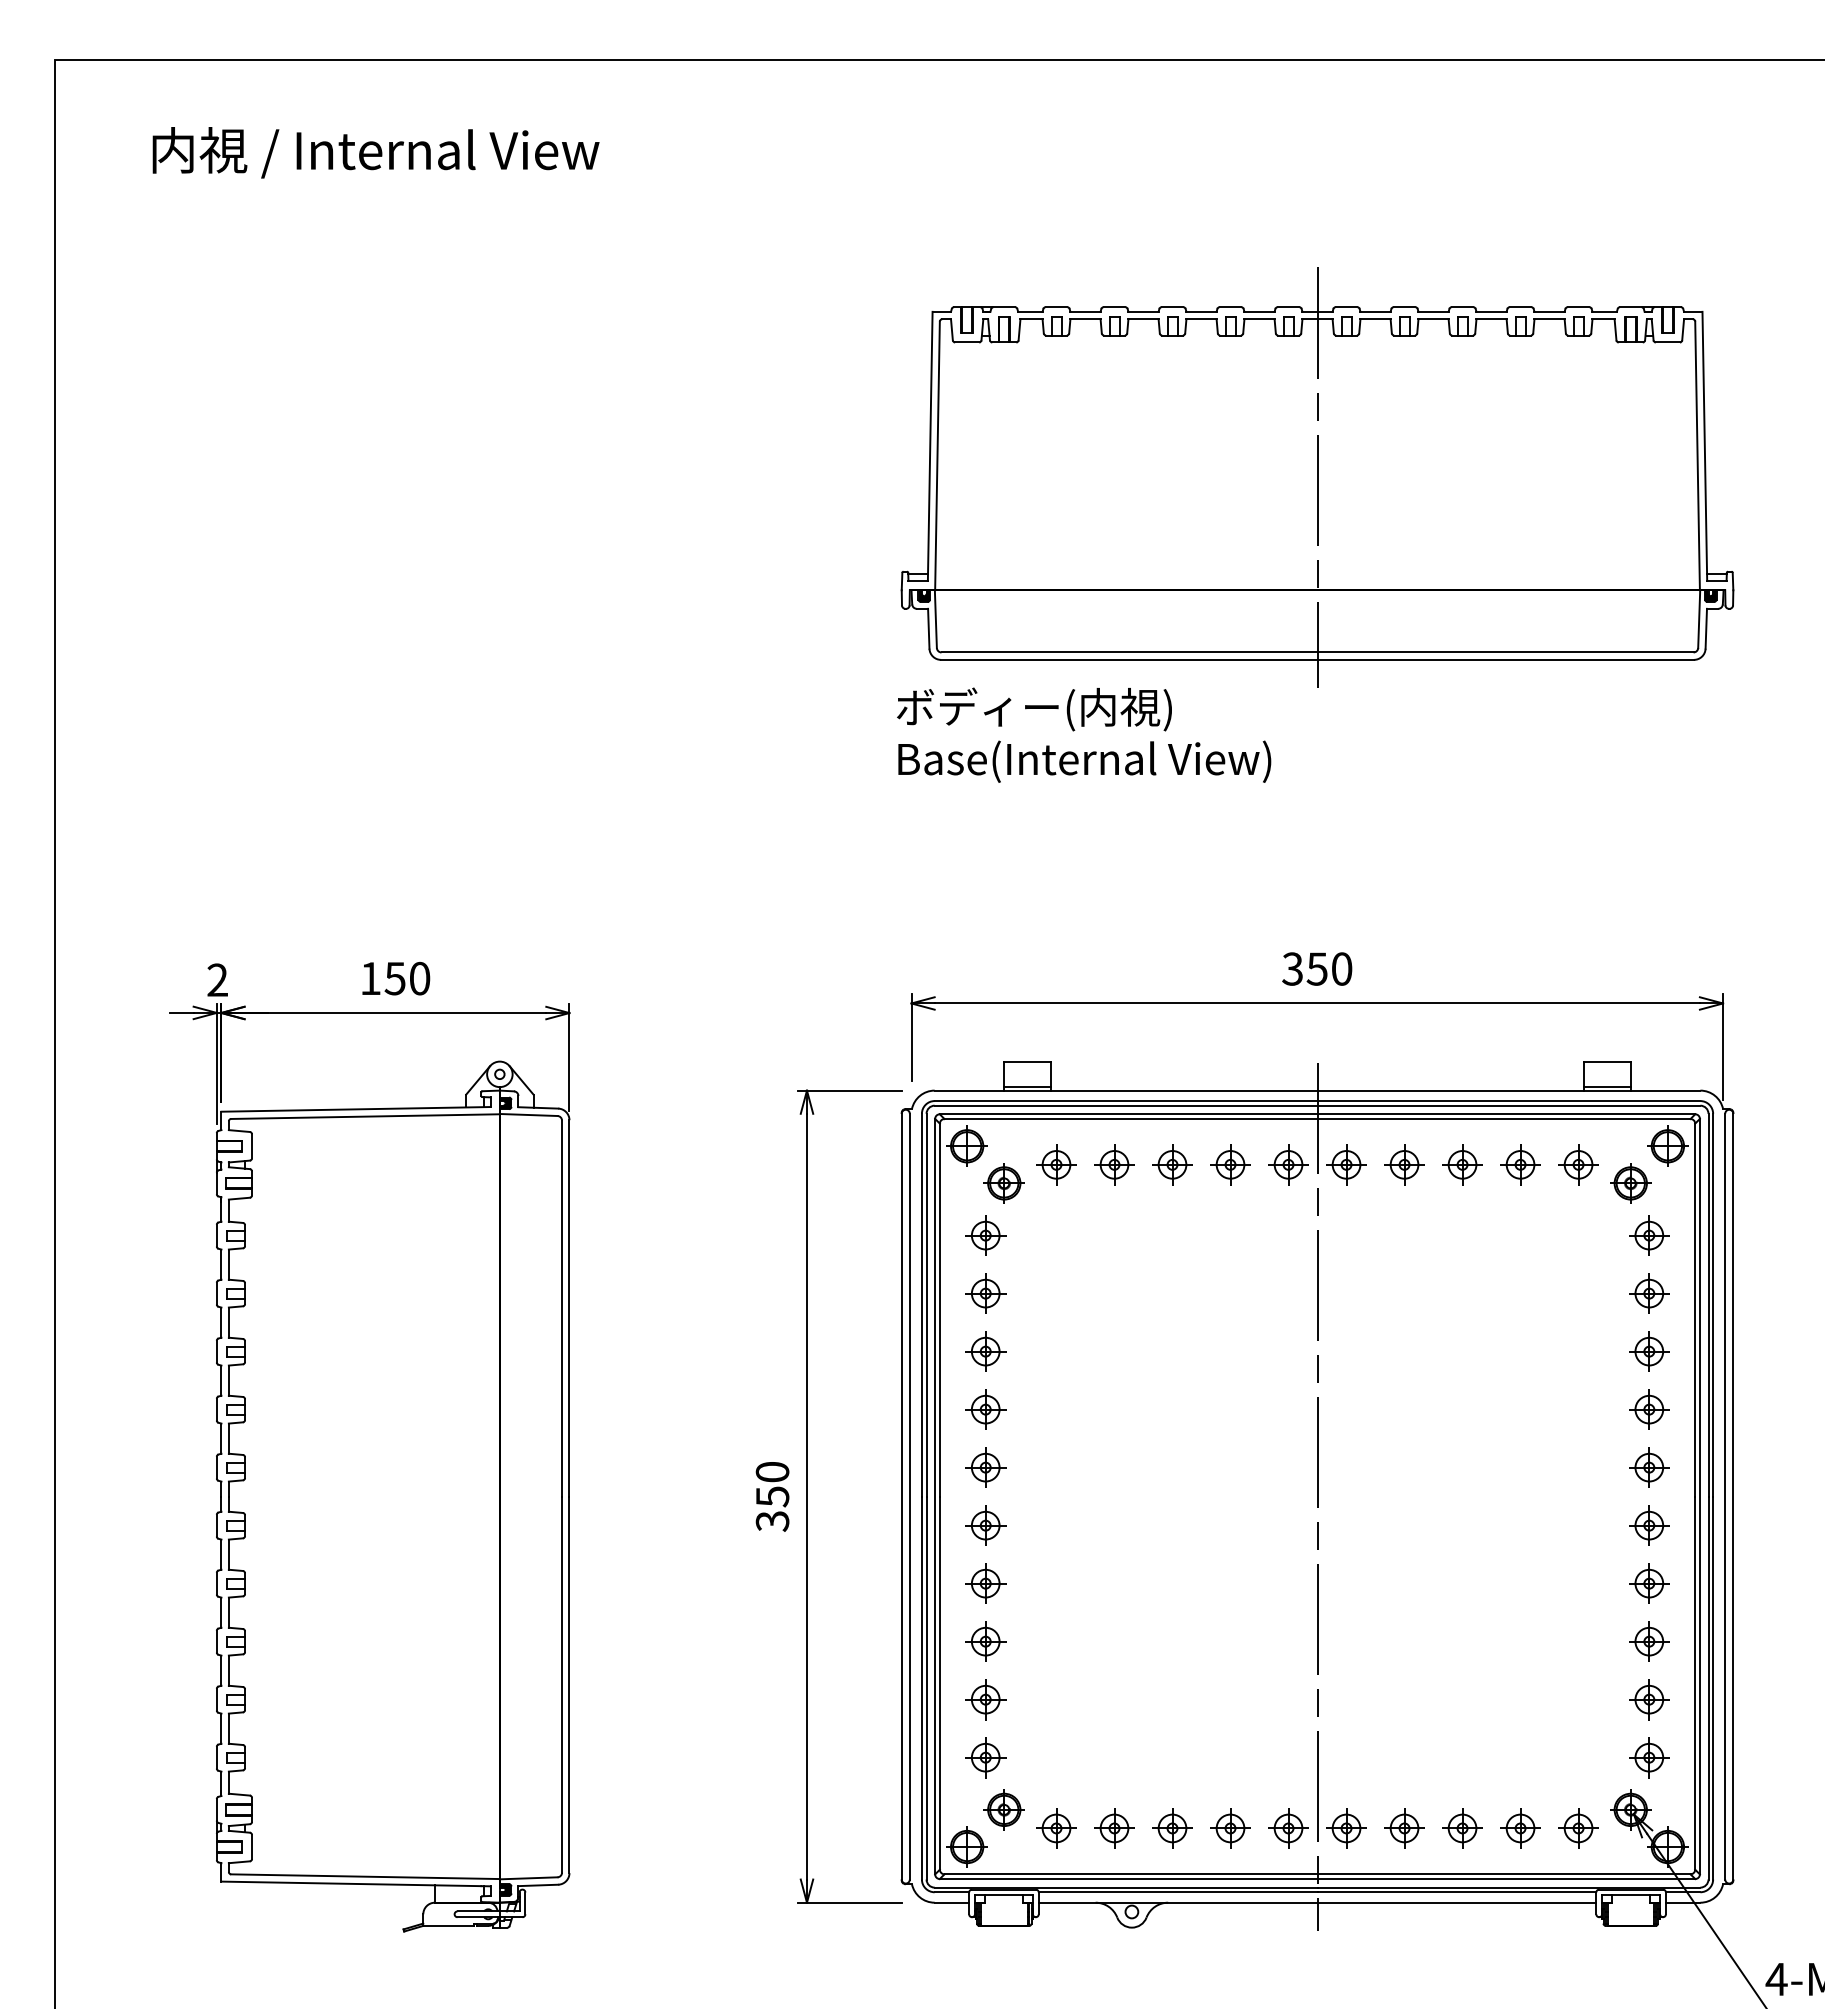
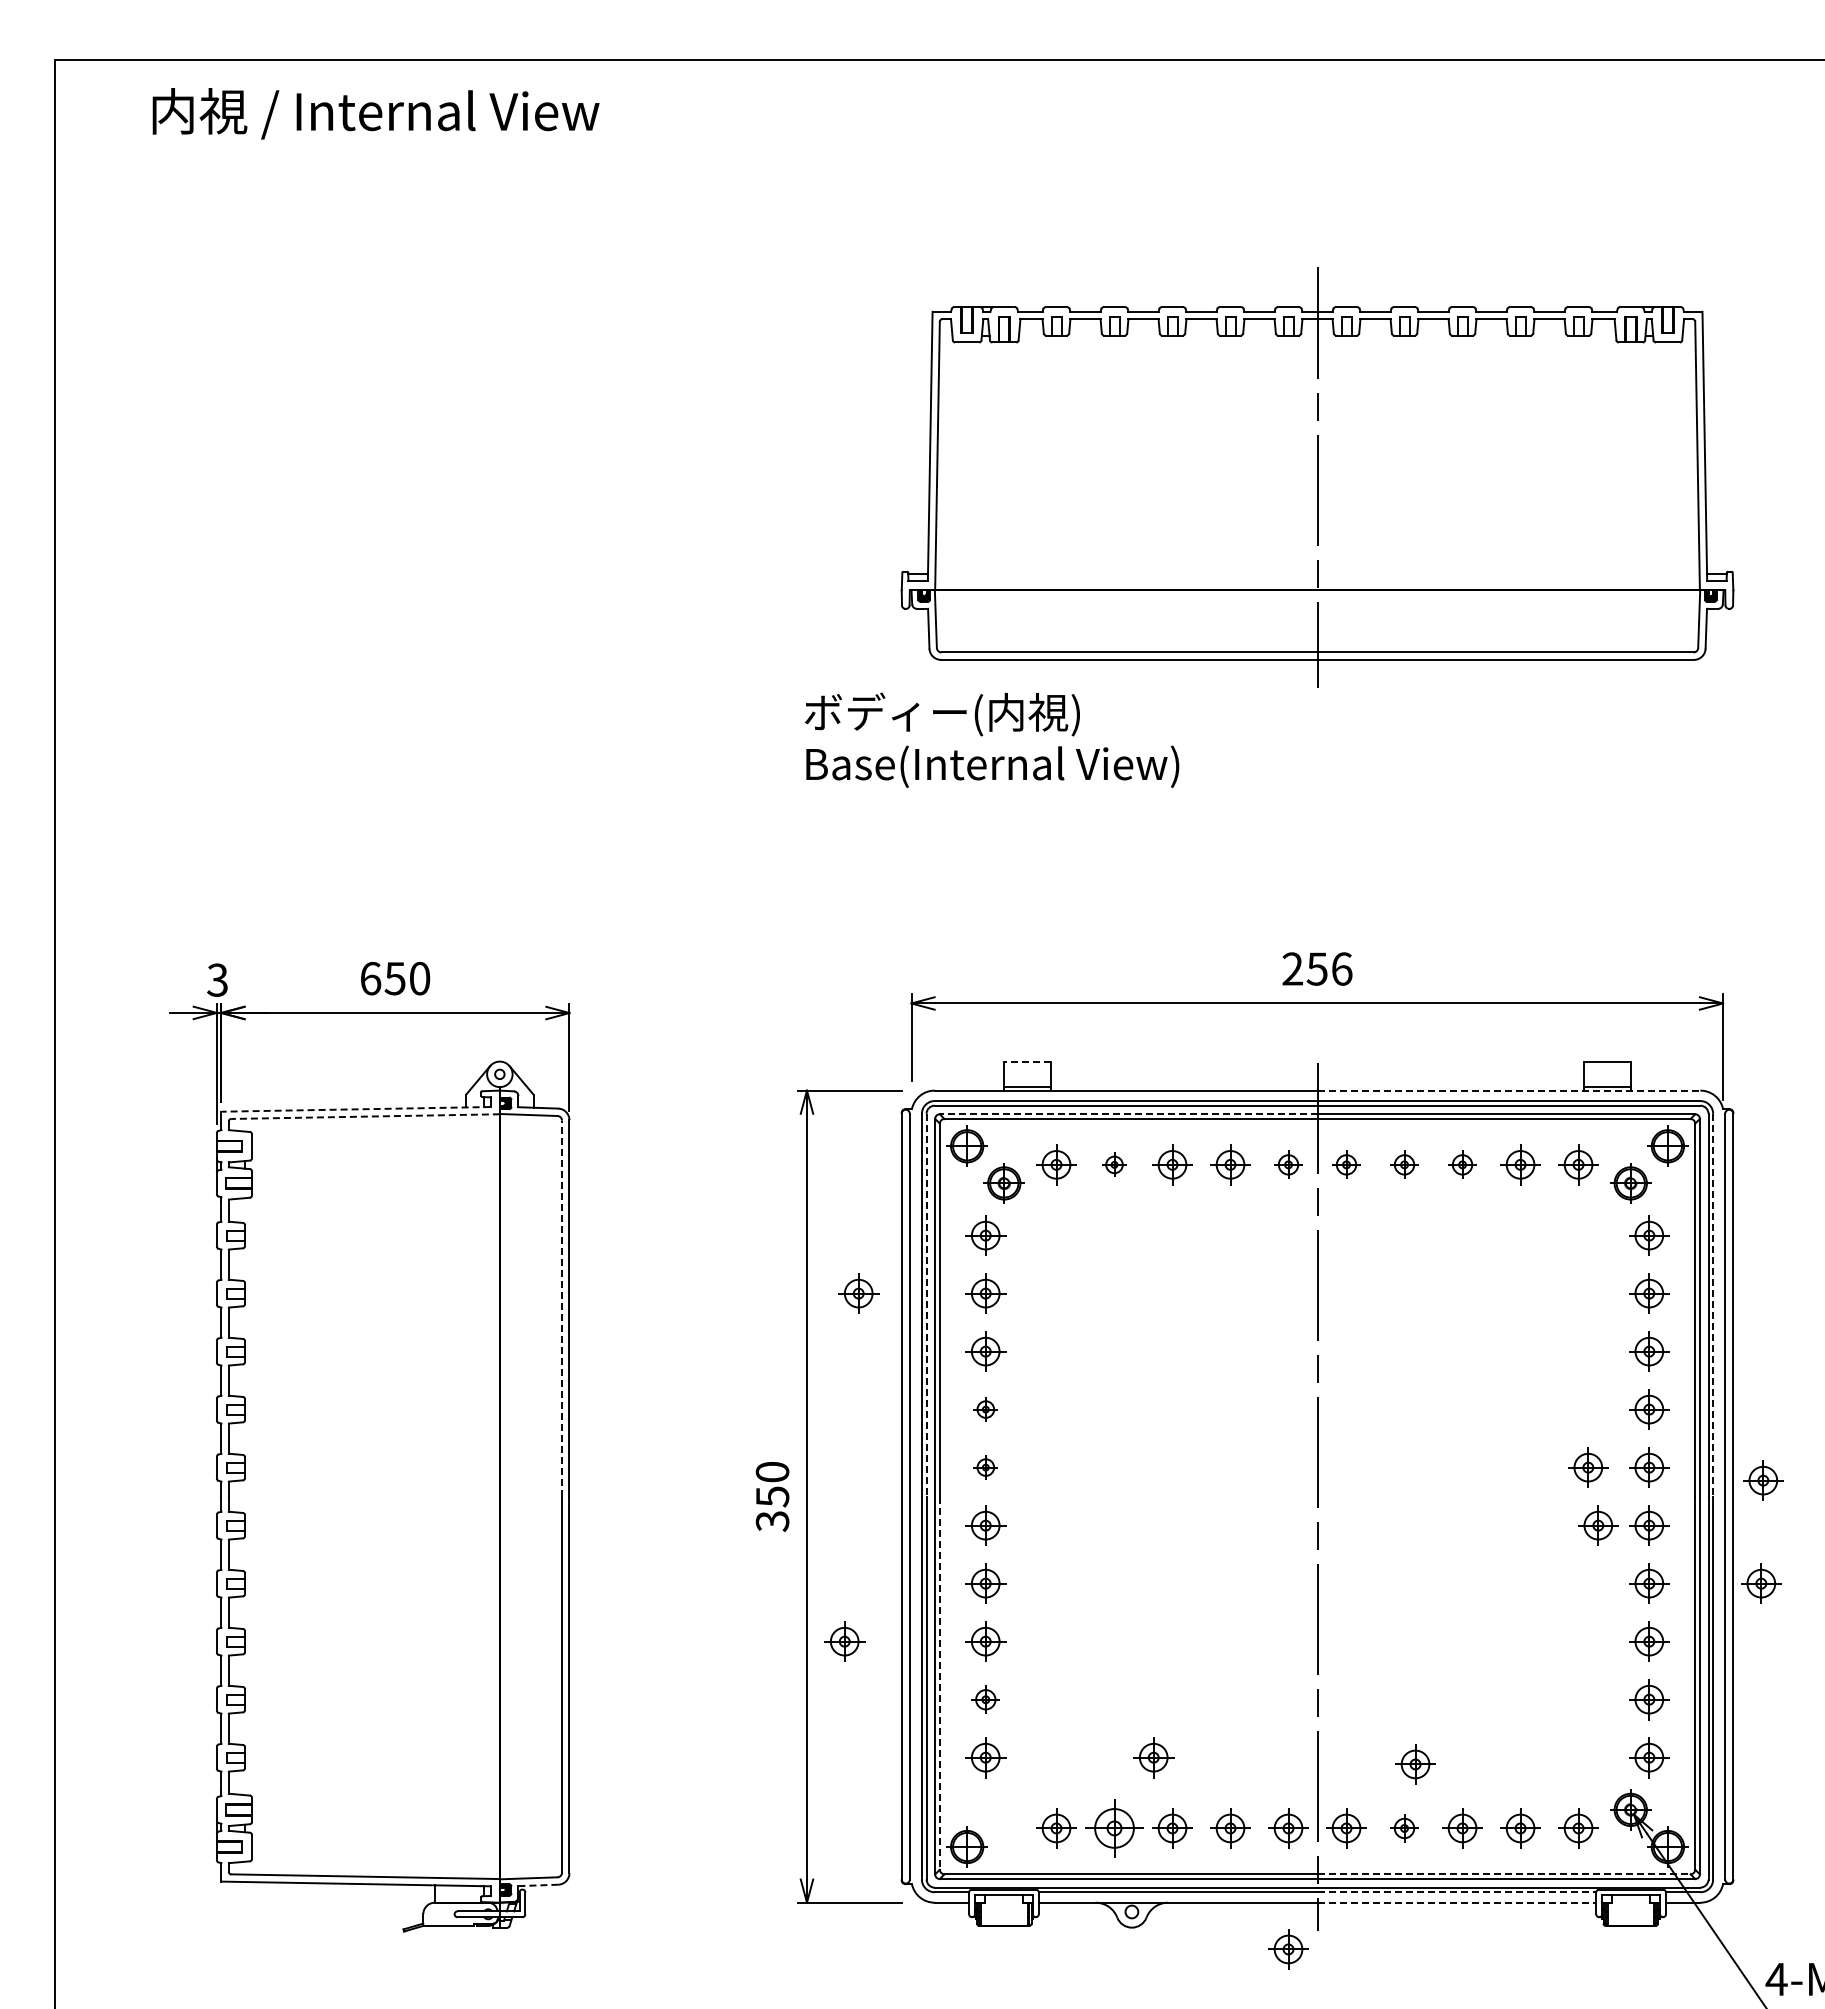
text at (375, 152) position: (375, 152) -> (375, 113)
text at (1084, 734) position: (1084, 734) -> (992, 739)
text at (1317, 968): 350 -> 256
text at (371, 978): 150 -> 650
text at (217, 980): 2 -> 3
line at (1027, 1061): solid -> dashed
line at (1509, 1090): solid -> dashed
line at (356, 1109): solid -> dashed
line at (1128, 1114): solid -> dashed
line at (365, 1116): solid -> dashed
part at (1114, 1164) size: 41x42 px -> 25x25 px
part at (1288, 1164) size: 41x42 px -> 29x29 px
part at (1346, 1164) size: 41x42 px -> 29x29 px
part at (1404, 1164) size: 41x42 px -> 29x29 px
part at (1462, 1164) size: 41x42 px -> 29x29 px
part at (858, 1293): none -> present
line at (926, 1305): solid -> dashed
line at (1713, 1305): solid -> dashed
line at (562, 1308): solid -> dashed
part at (985, 1409) size: 42x41 px -> 25x25 px
part at (985, 1467) size: 42x41 px -> 25x25 px
part at (1588, 1467): none -> present
part at (1763, 1480): none -> present
part at (1598, 1525): none -> present
part at (1761, 1583): none -> present
part at (844, 1641): none -> present
line at (939, 1683): solid -> dashed
part at (985, 1699) size: 42x42 px -> 29x29 px
part at (1153, 1757): none -> present
part at (1415, 1764): none -> present
part at (1003, 1809): present -> none
part at (1114, 1828) size: 41x41 px -> 59x59 px
part at (1404, 1828) size: 41x41 px -> 29x29 px
line at (1504, 1874): solid -> dashed
line at (538, 1885): solid -> dashed
line at (1457, 1892): solid -> dashed
line at (1457, 1902): solid -> dashed
part at (1288, 1949): none -> present
